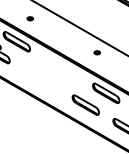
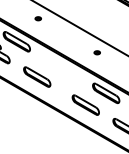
part at (29, 18) position: (29, 18) -> (37, 18)
part at (37, 76): none -> present
